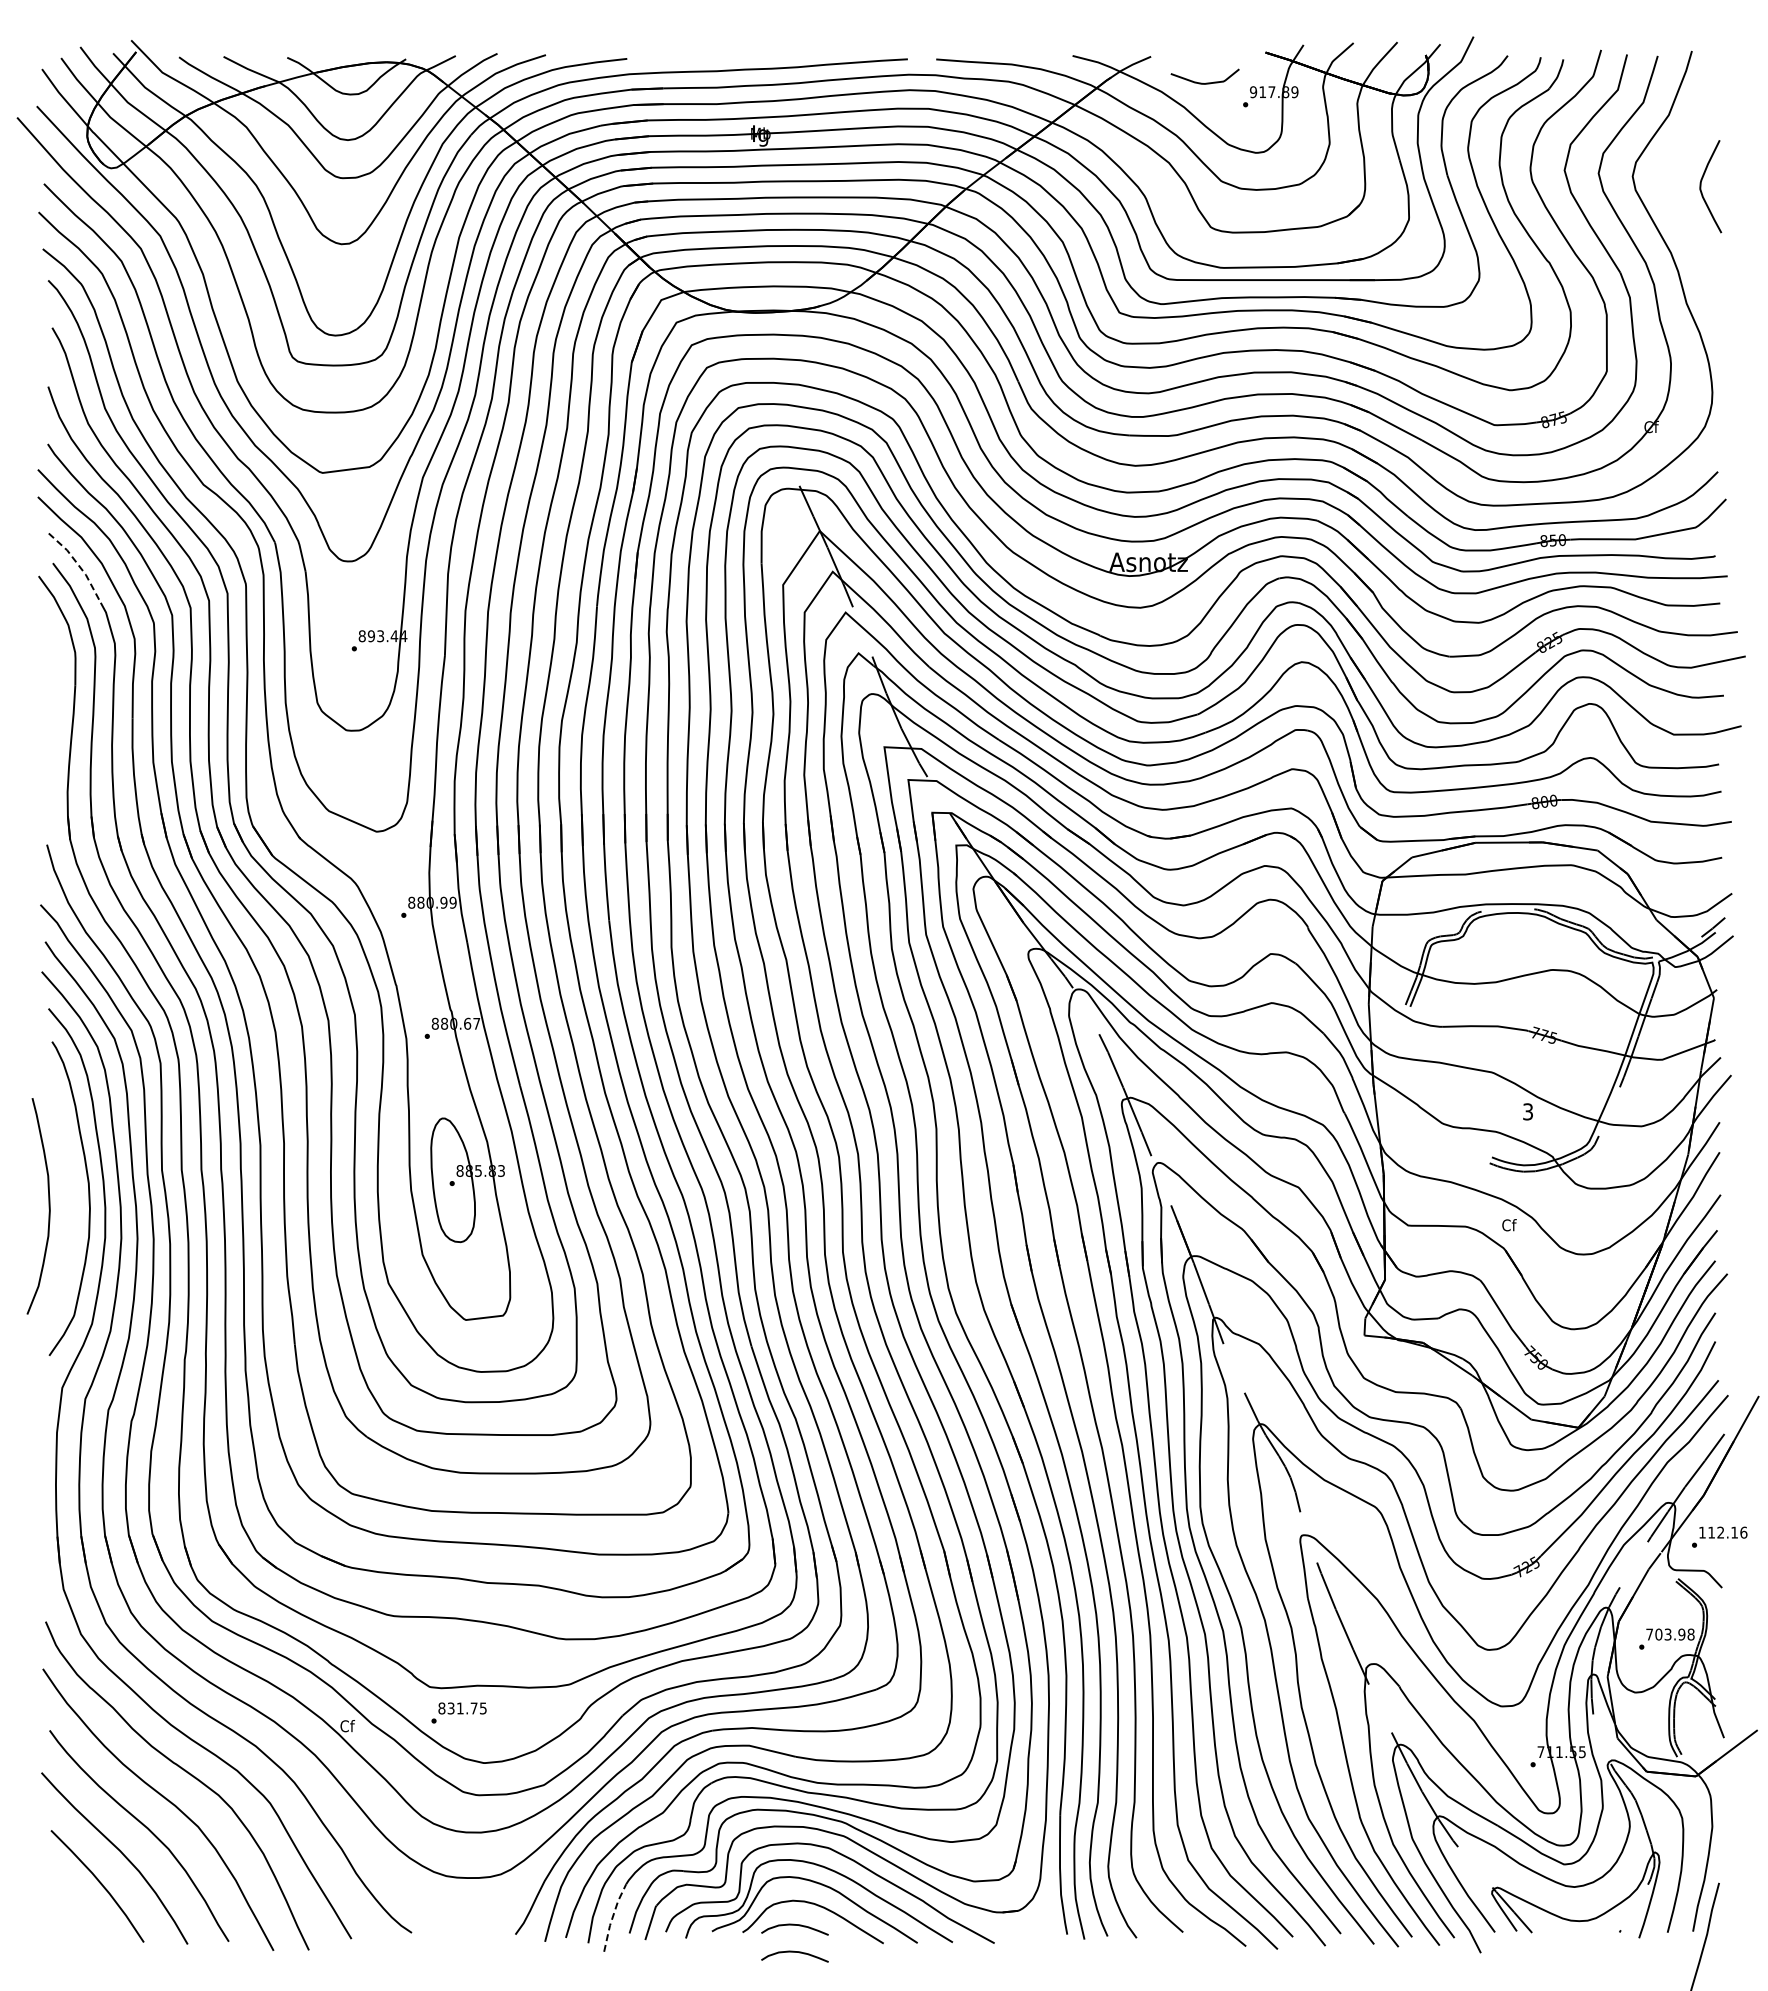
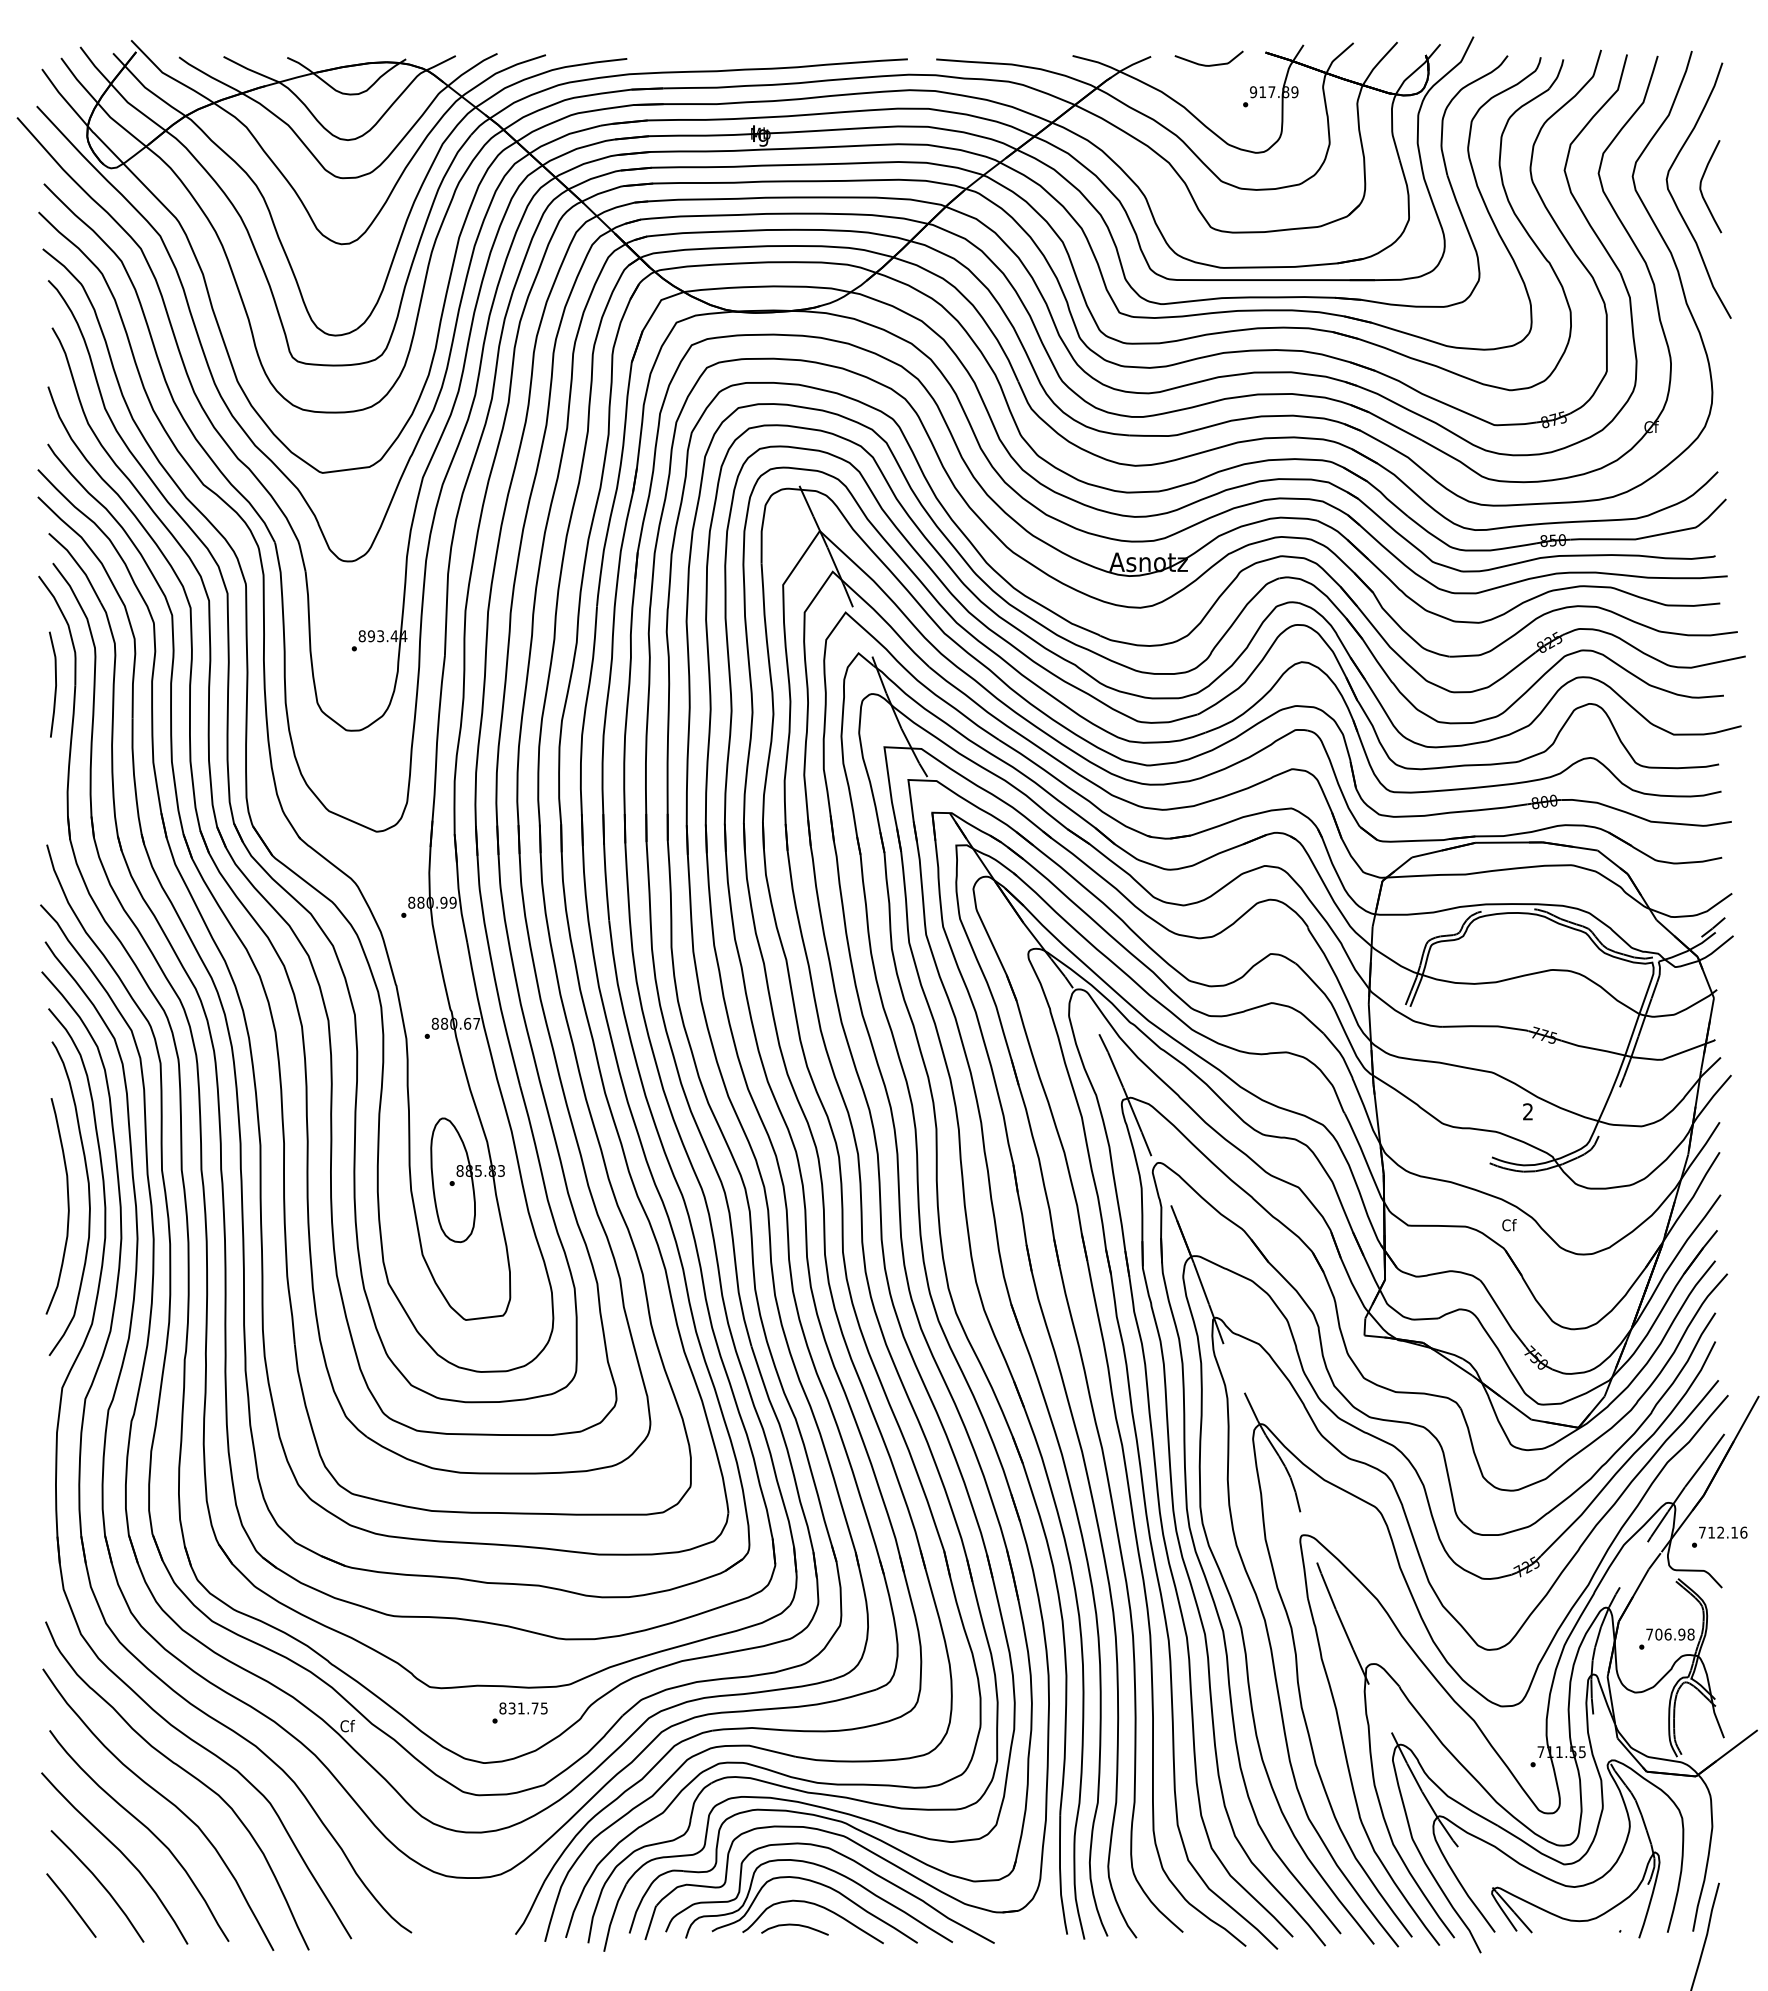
curve at (1202, 82) position: (1202, 82) -> (1206, 64)
curve at (1675, 201): none -> present
line at (78, 565): dashed -> solid
curve at (55, 684): none -> present
text at (1527, 1111): 3 -> 2
curve at (48, 1206) position: (48, 1206) -> (67, 1206)
text at (1702, 1532): 112.16 -> 712.16
text at (1667, 1634): 703.98 -> 706.98
text at (458, 1712) position: (458, 1712) -> (519, 1712)
line at (71, 1905): none -> present
line at (612, 1917): dashed -> solid
curve at (794, 1952): present -> none
